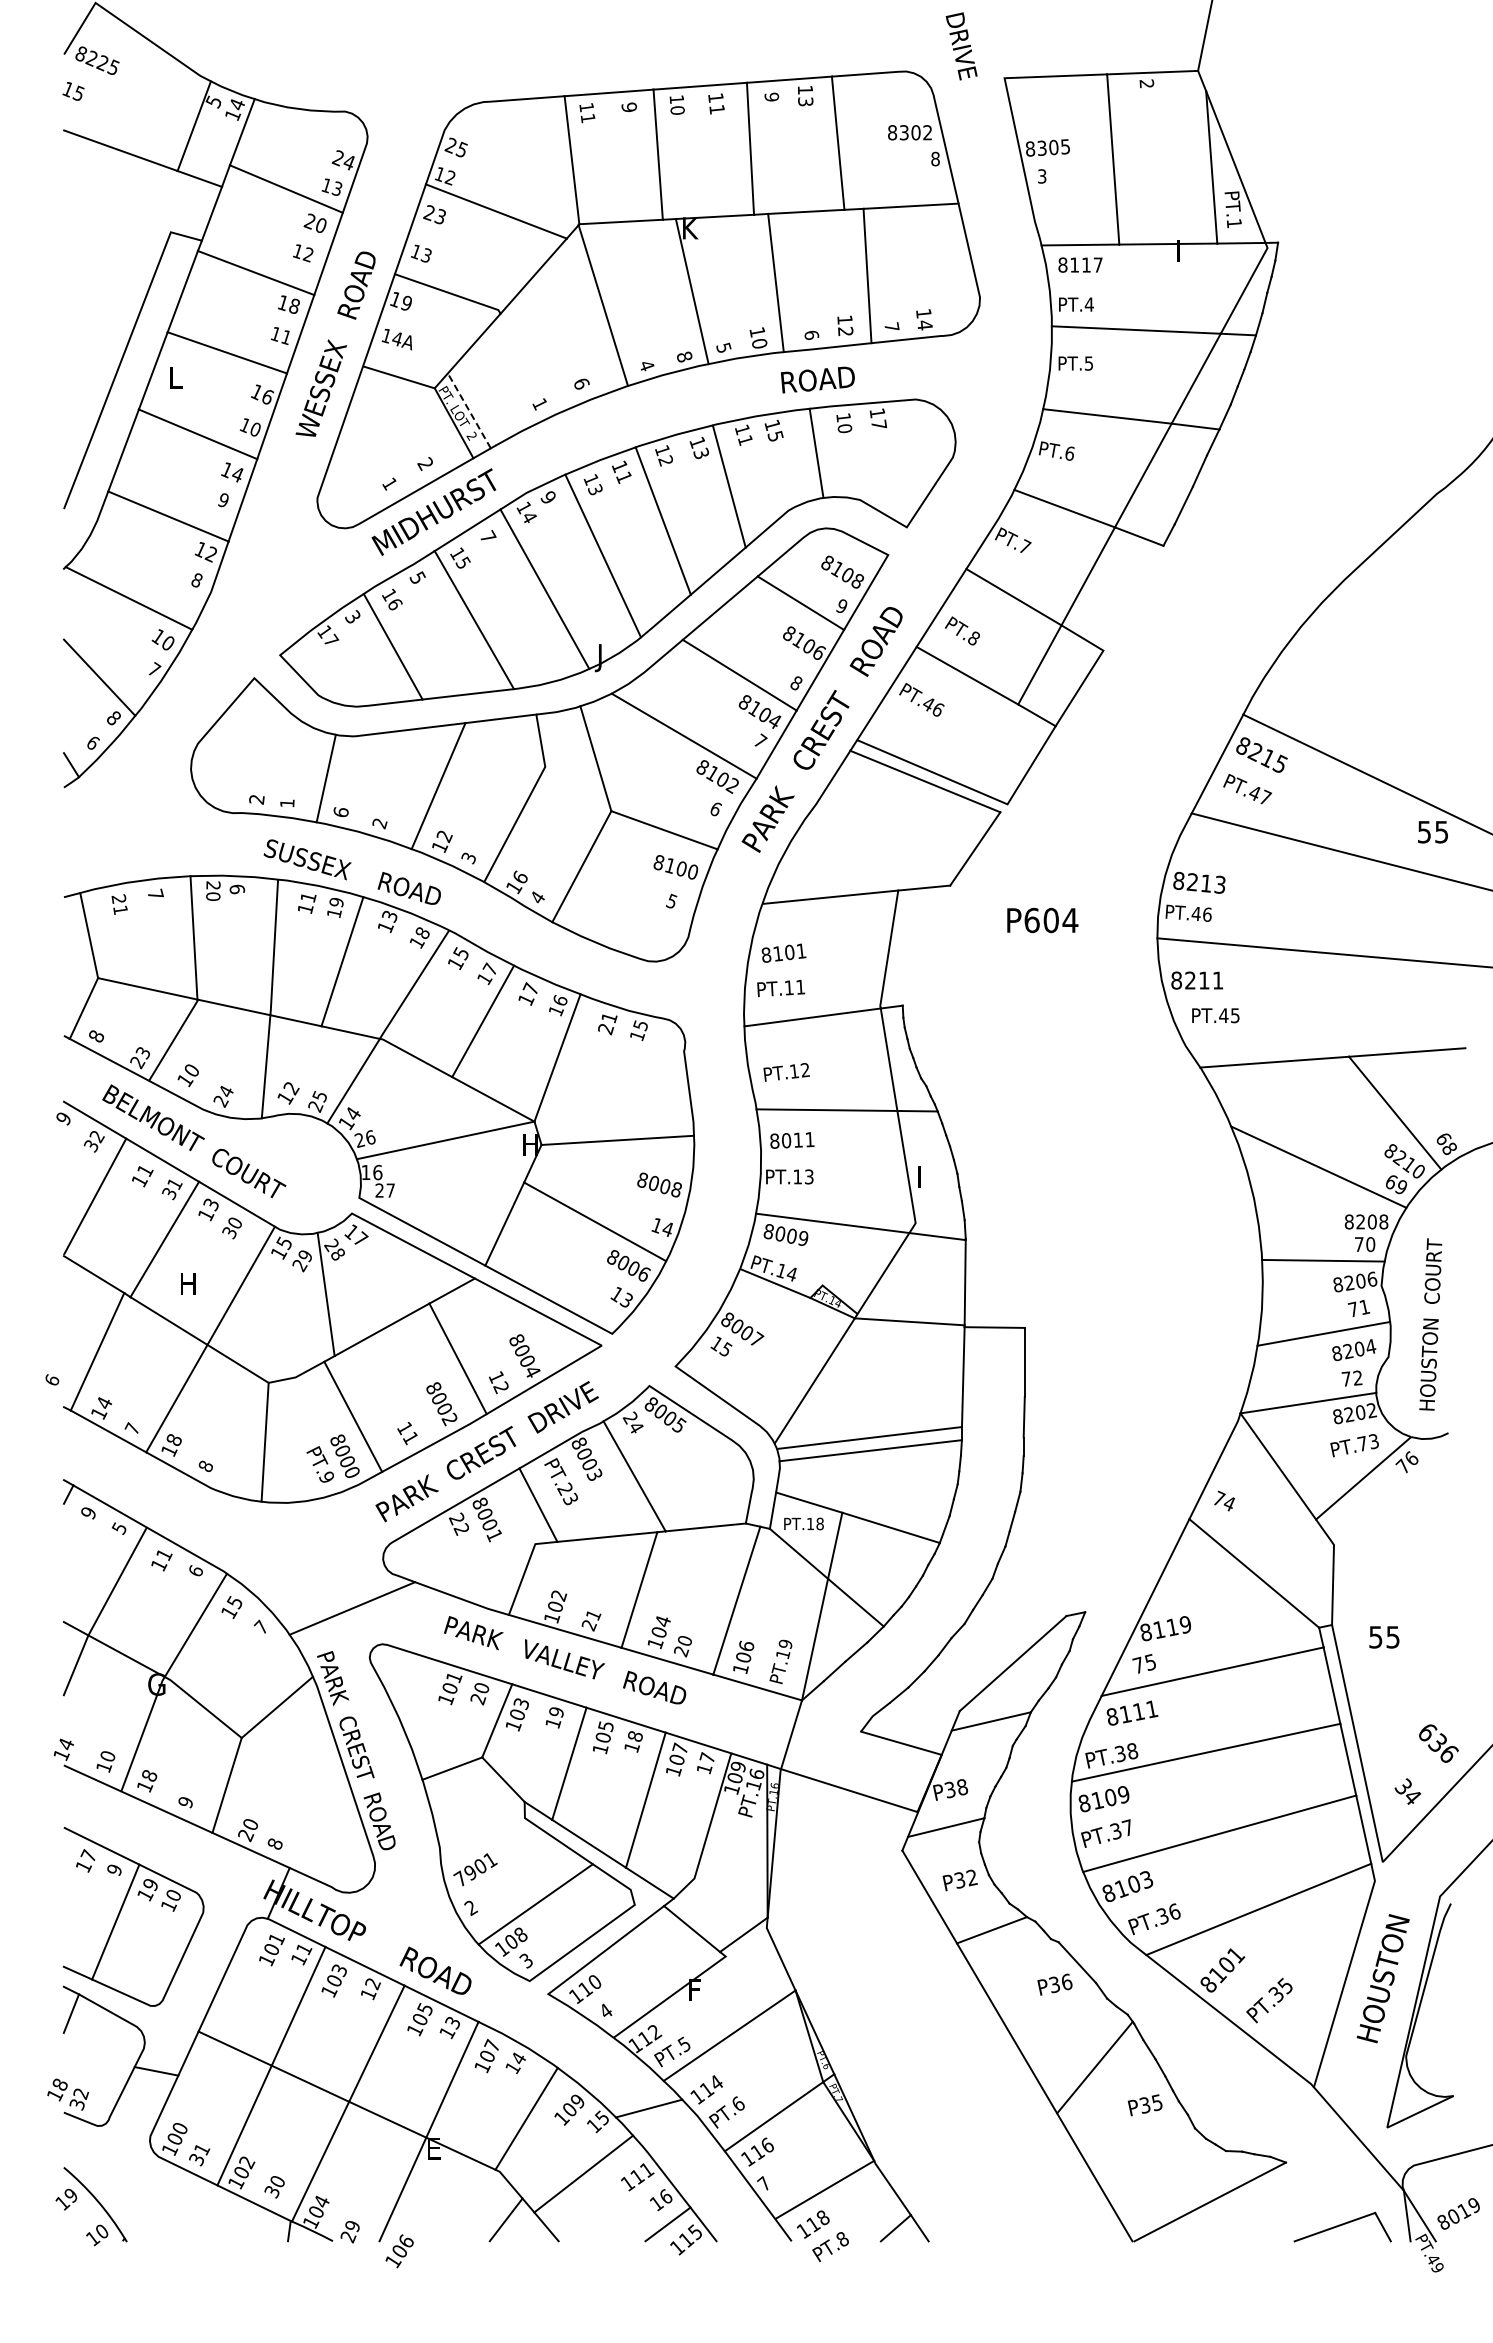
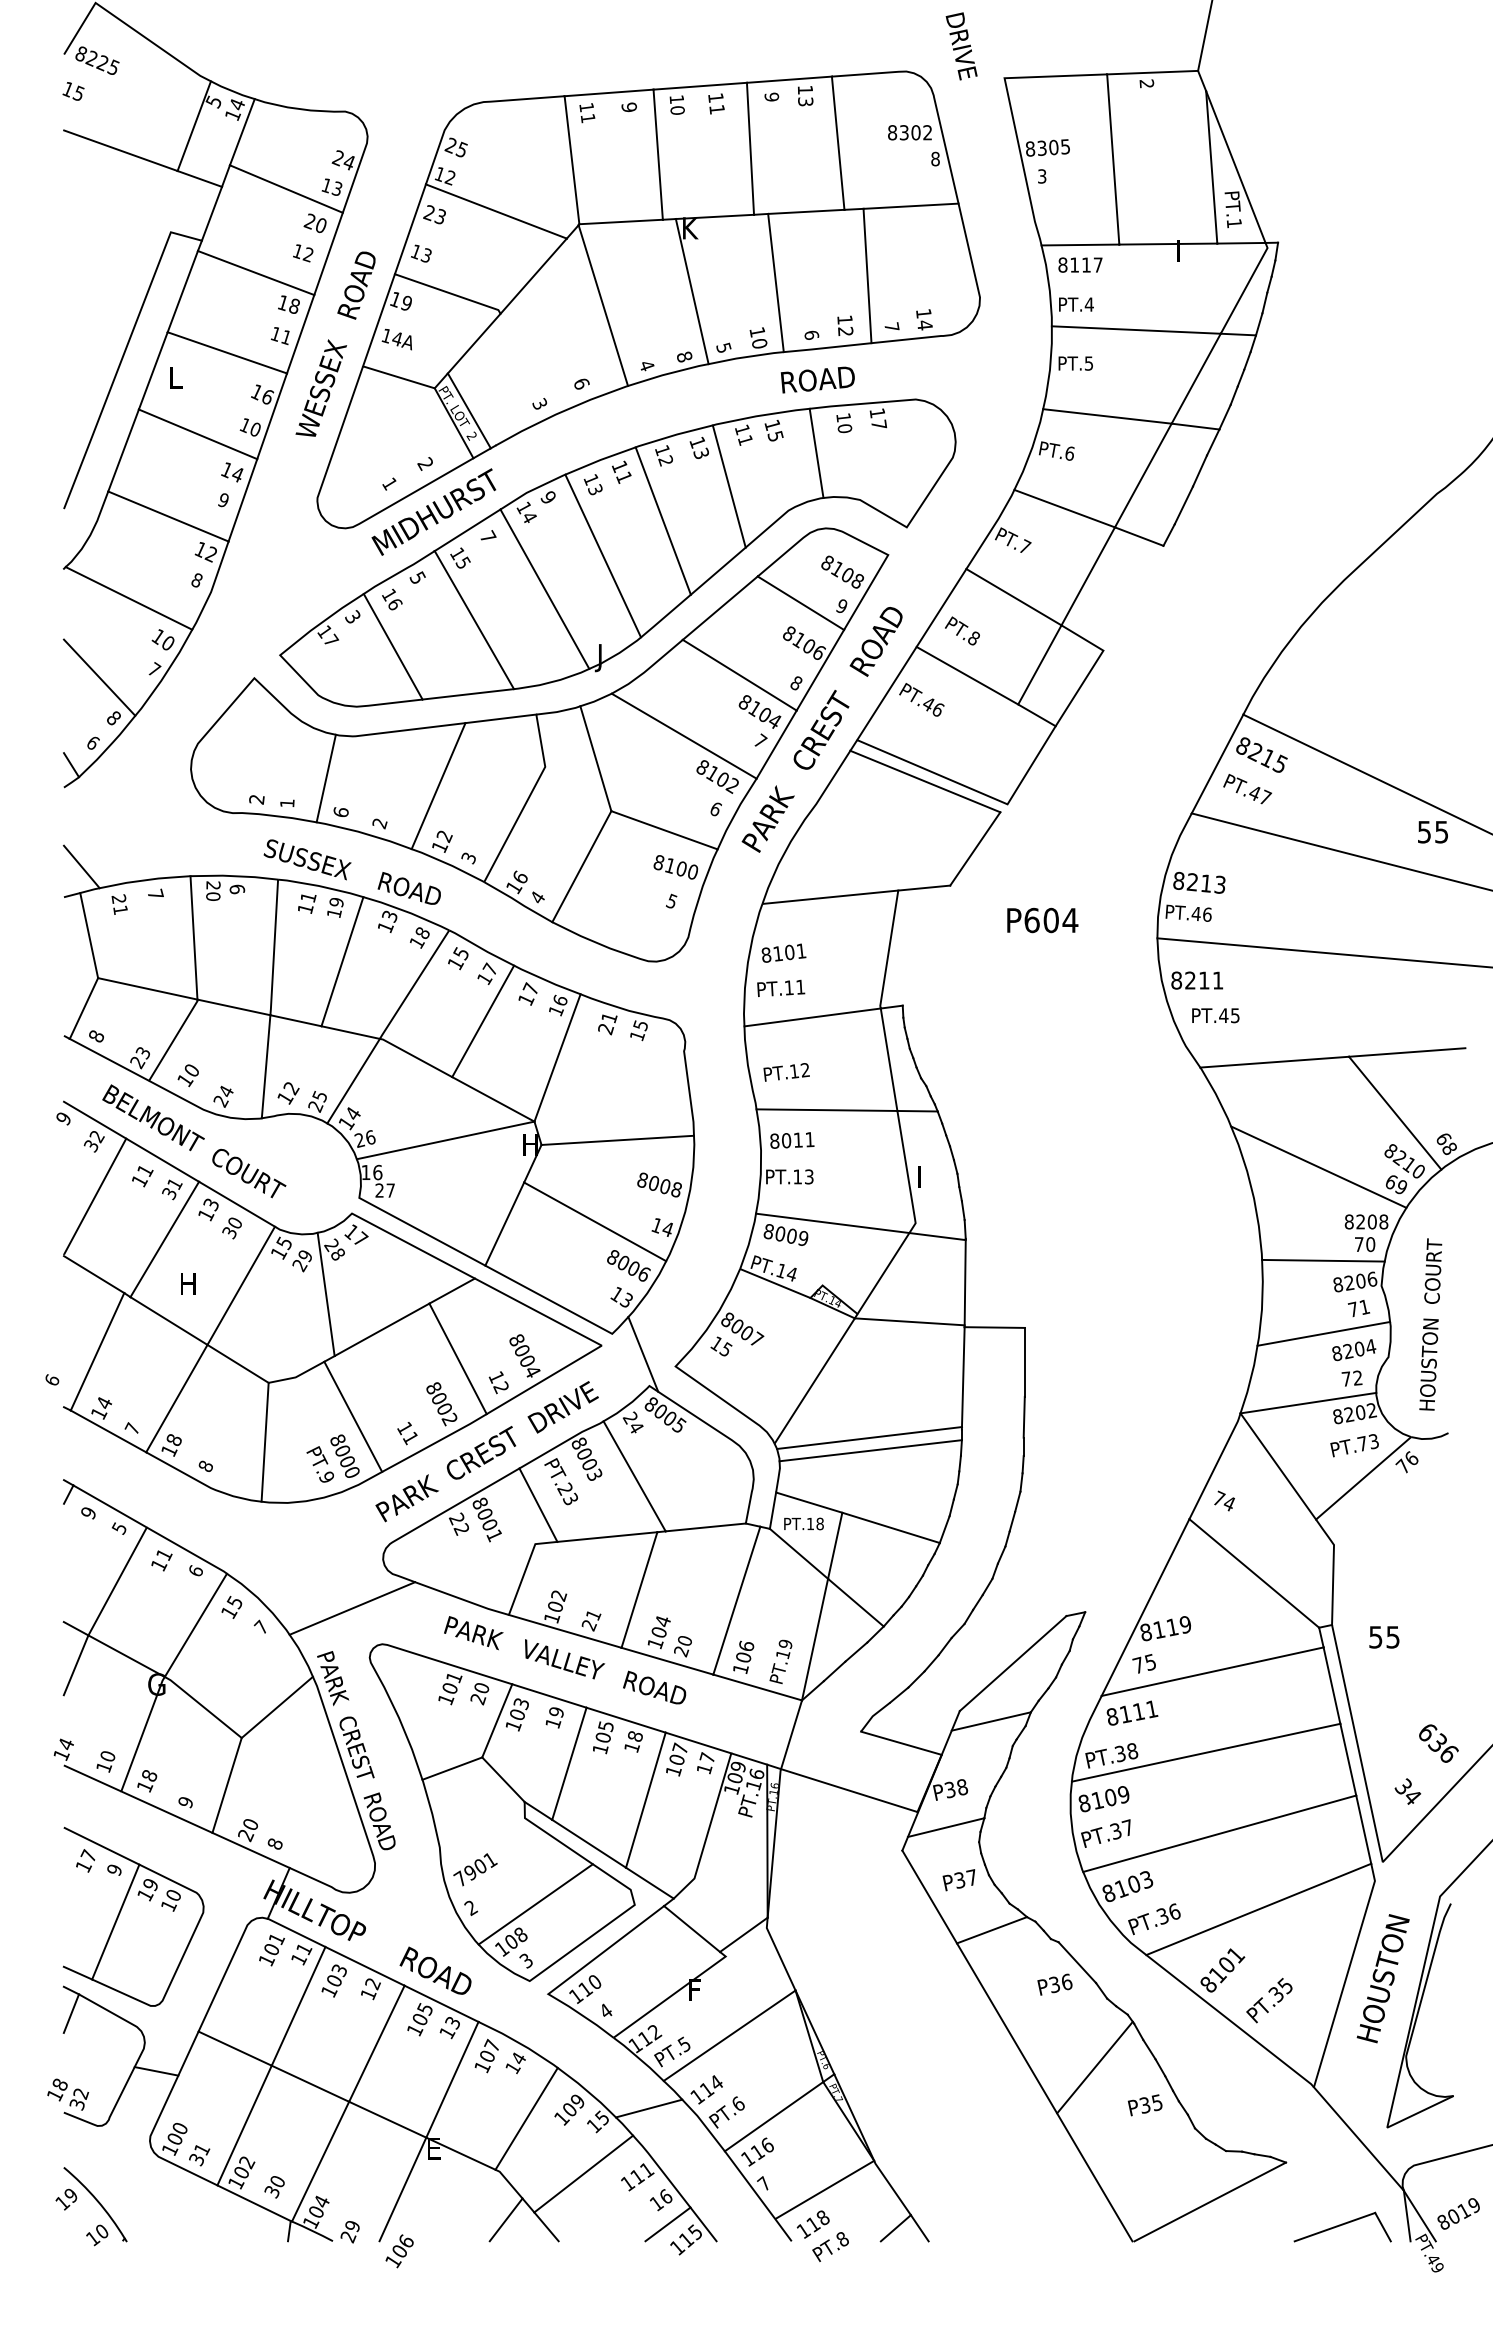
text at (539, 403): 1 -> 3
line at (469, 410): dashed -> solid
line at (81, 866): none -> present
line at (643, 1354): none -> present
text at (971, 1877): P32 -> P37
